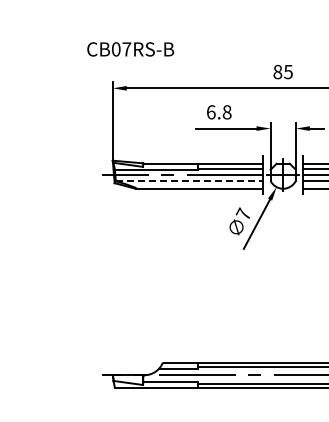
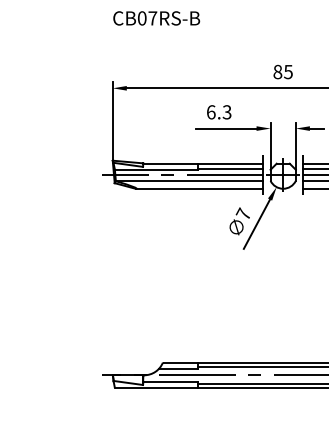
text at (130, 49) position: (130, 49) -> (156, 18)
text at (226, 112): 6.8 -> 6.3
line at (189, 180): dashed -> solid
